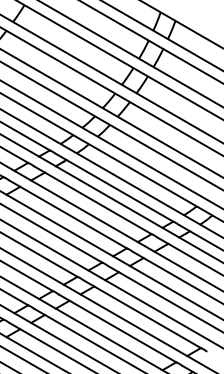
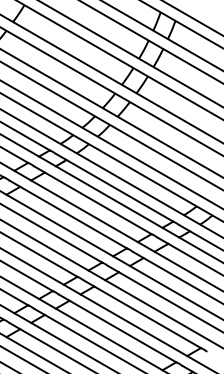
line at (192, 18): none -> present
